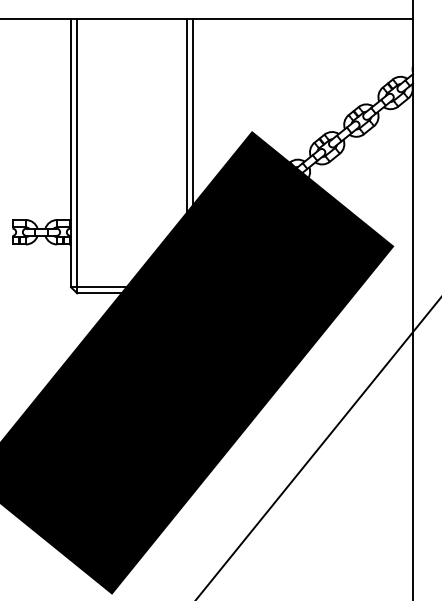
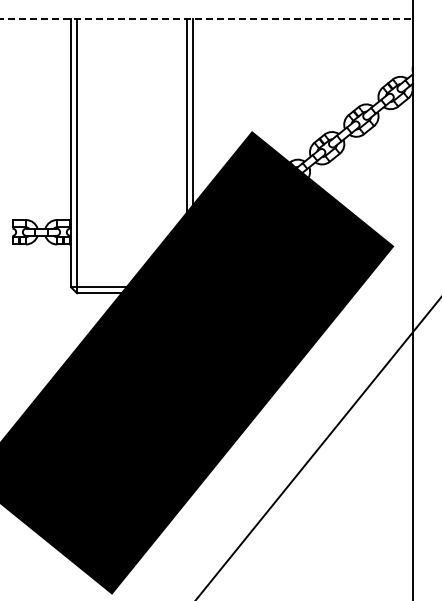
line at (207, 18): solid -> dashed
